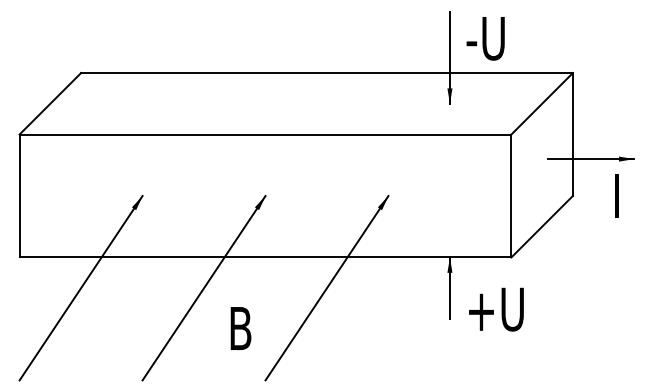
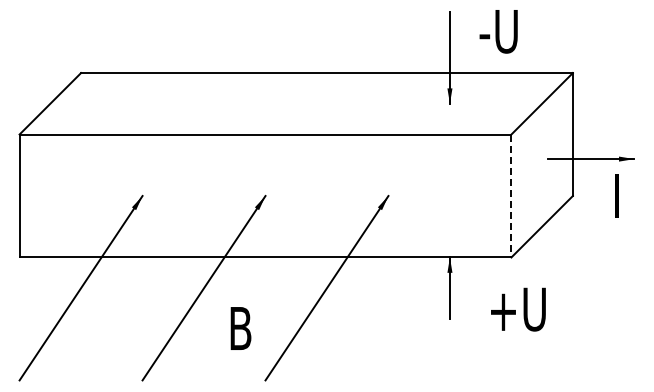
text at (485, 38) position: (485, 38) -> (498, 31)
line at (511, 196): solid -> dashed
text at (496, 309) position: (496, 309) -> (518, 309)
